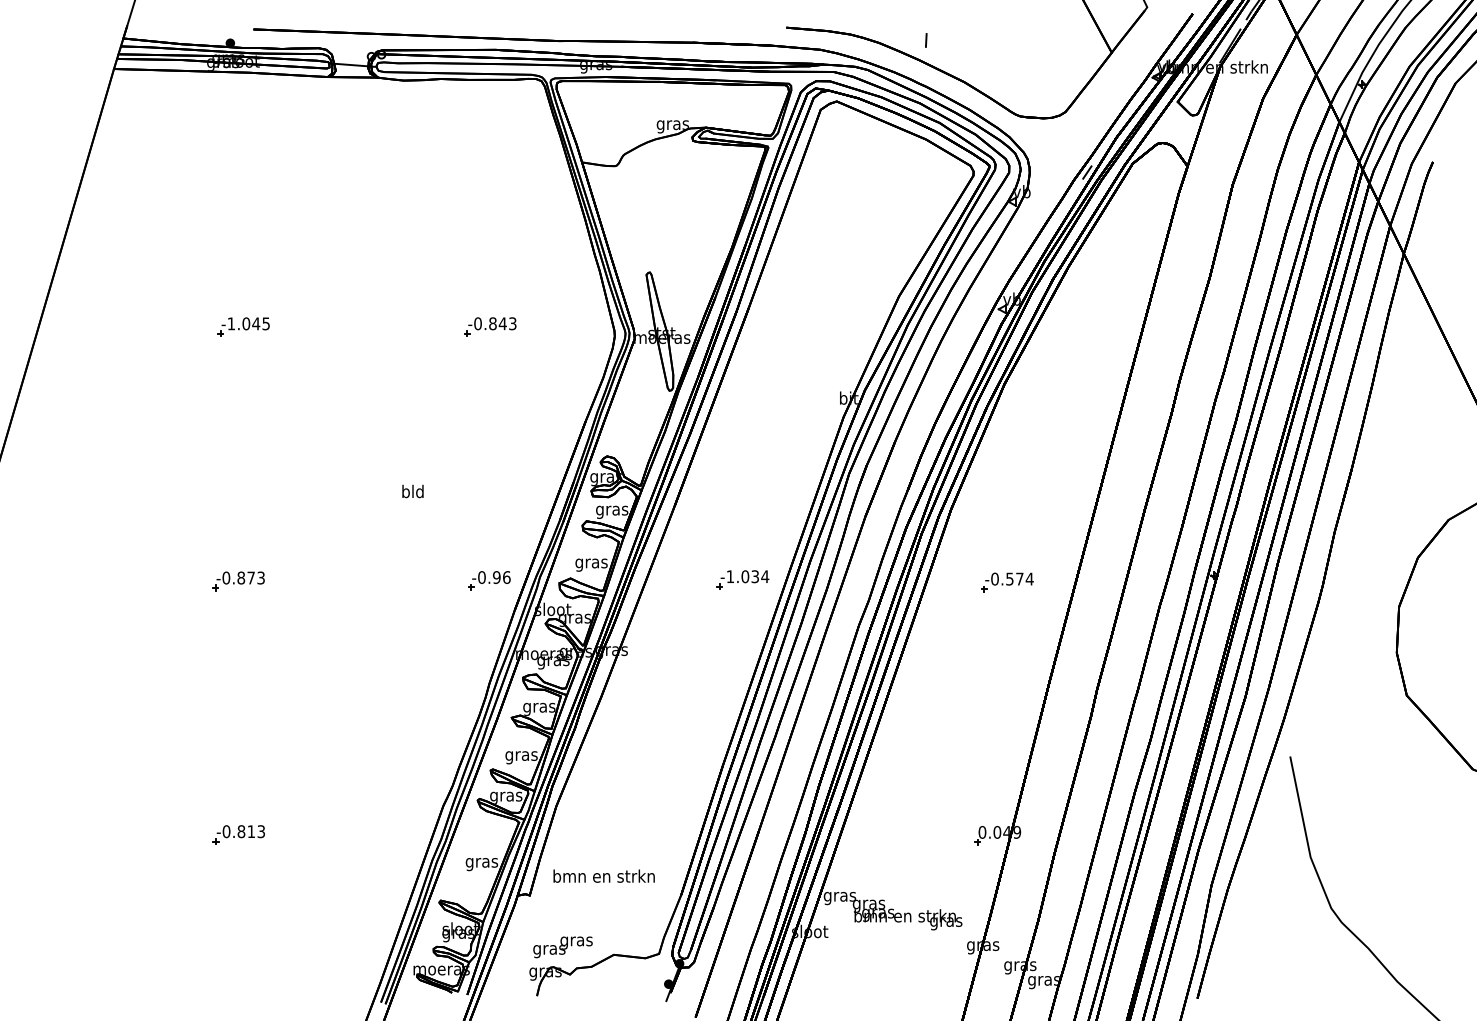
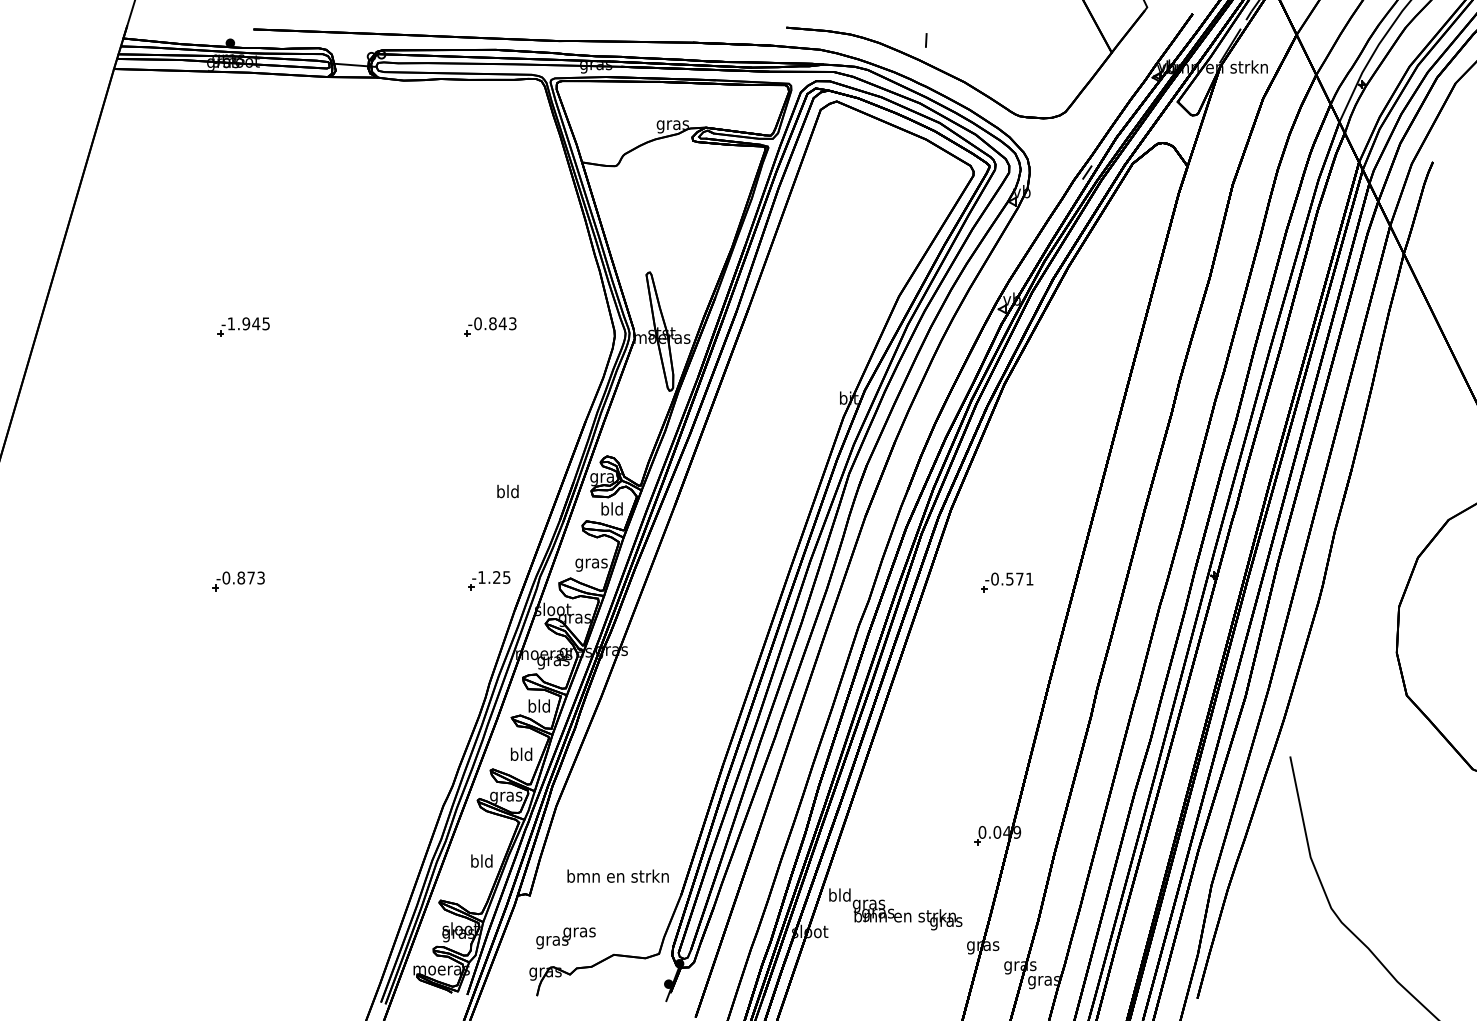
text at (246, 323): -1.045 -> -1.945
text at (412, 491) position: (412, 491) -> (507, 491)
text at (612, 510): gras -> bld
text at (494, 577): -0.96 -> -1.25
text at (1029, 578): -0.574 -> -0.571
part at (742, 579): present -> none
text at (539, 707): gras -> bld
text at (521, 755): gras -> bld
part at (238, 834): present -> none
text at (481, 862): gras -> bld
text at (603, 875) position: (603, 875) -> (617, 875)
text at (839, 896): gras -> bld
text at (562, 947) position: (562, 947) -> (565, 938)
